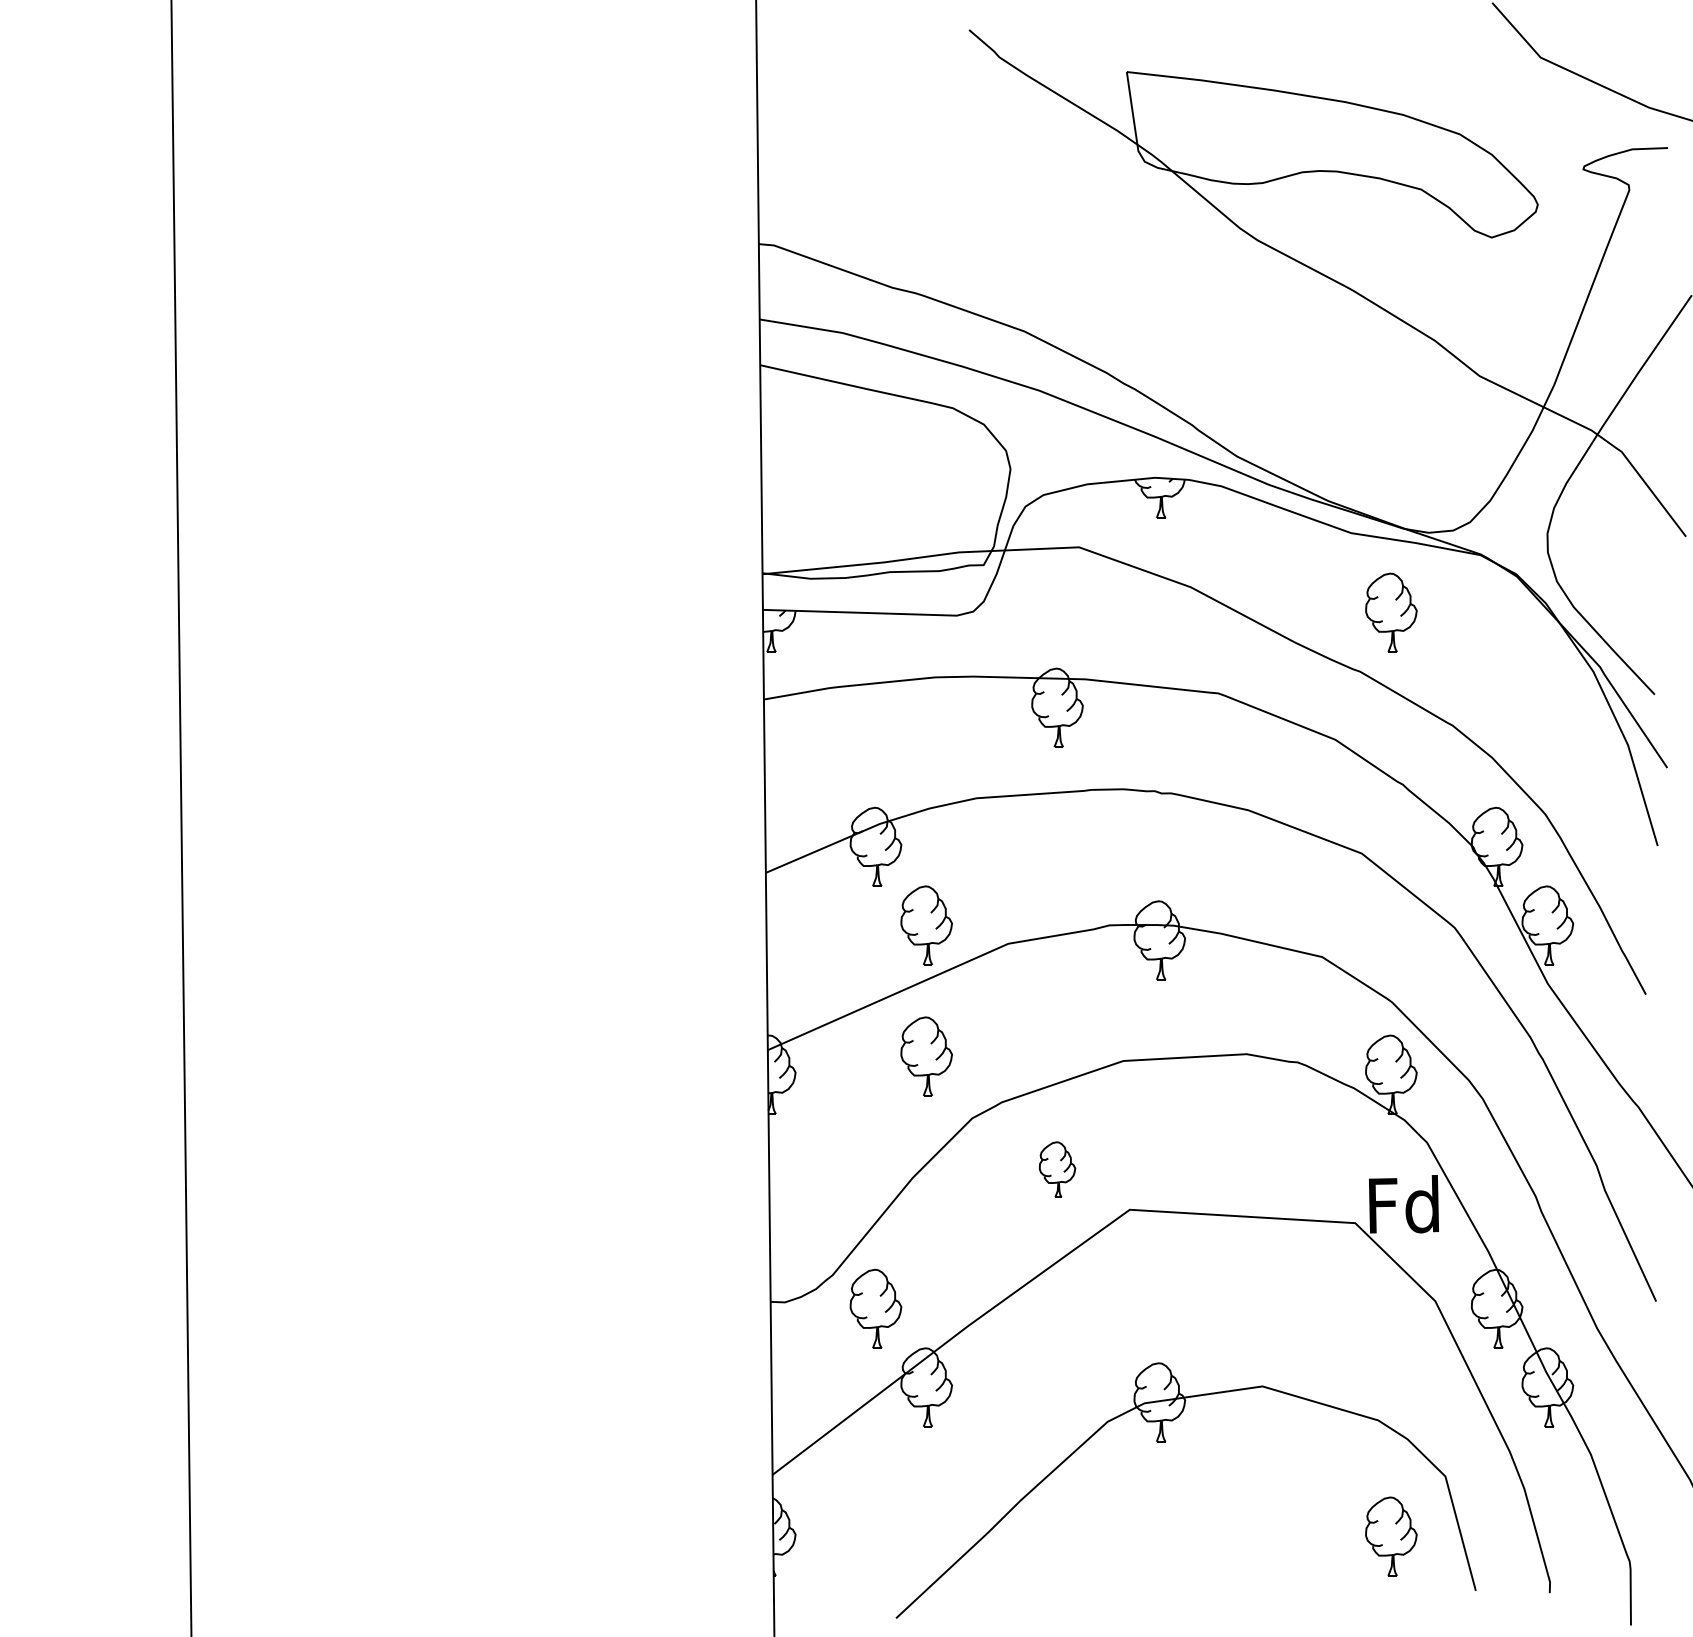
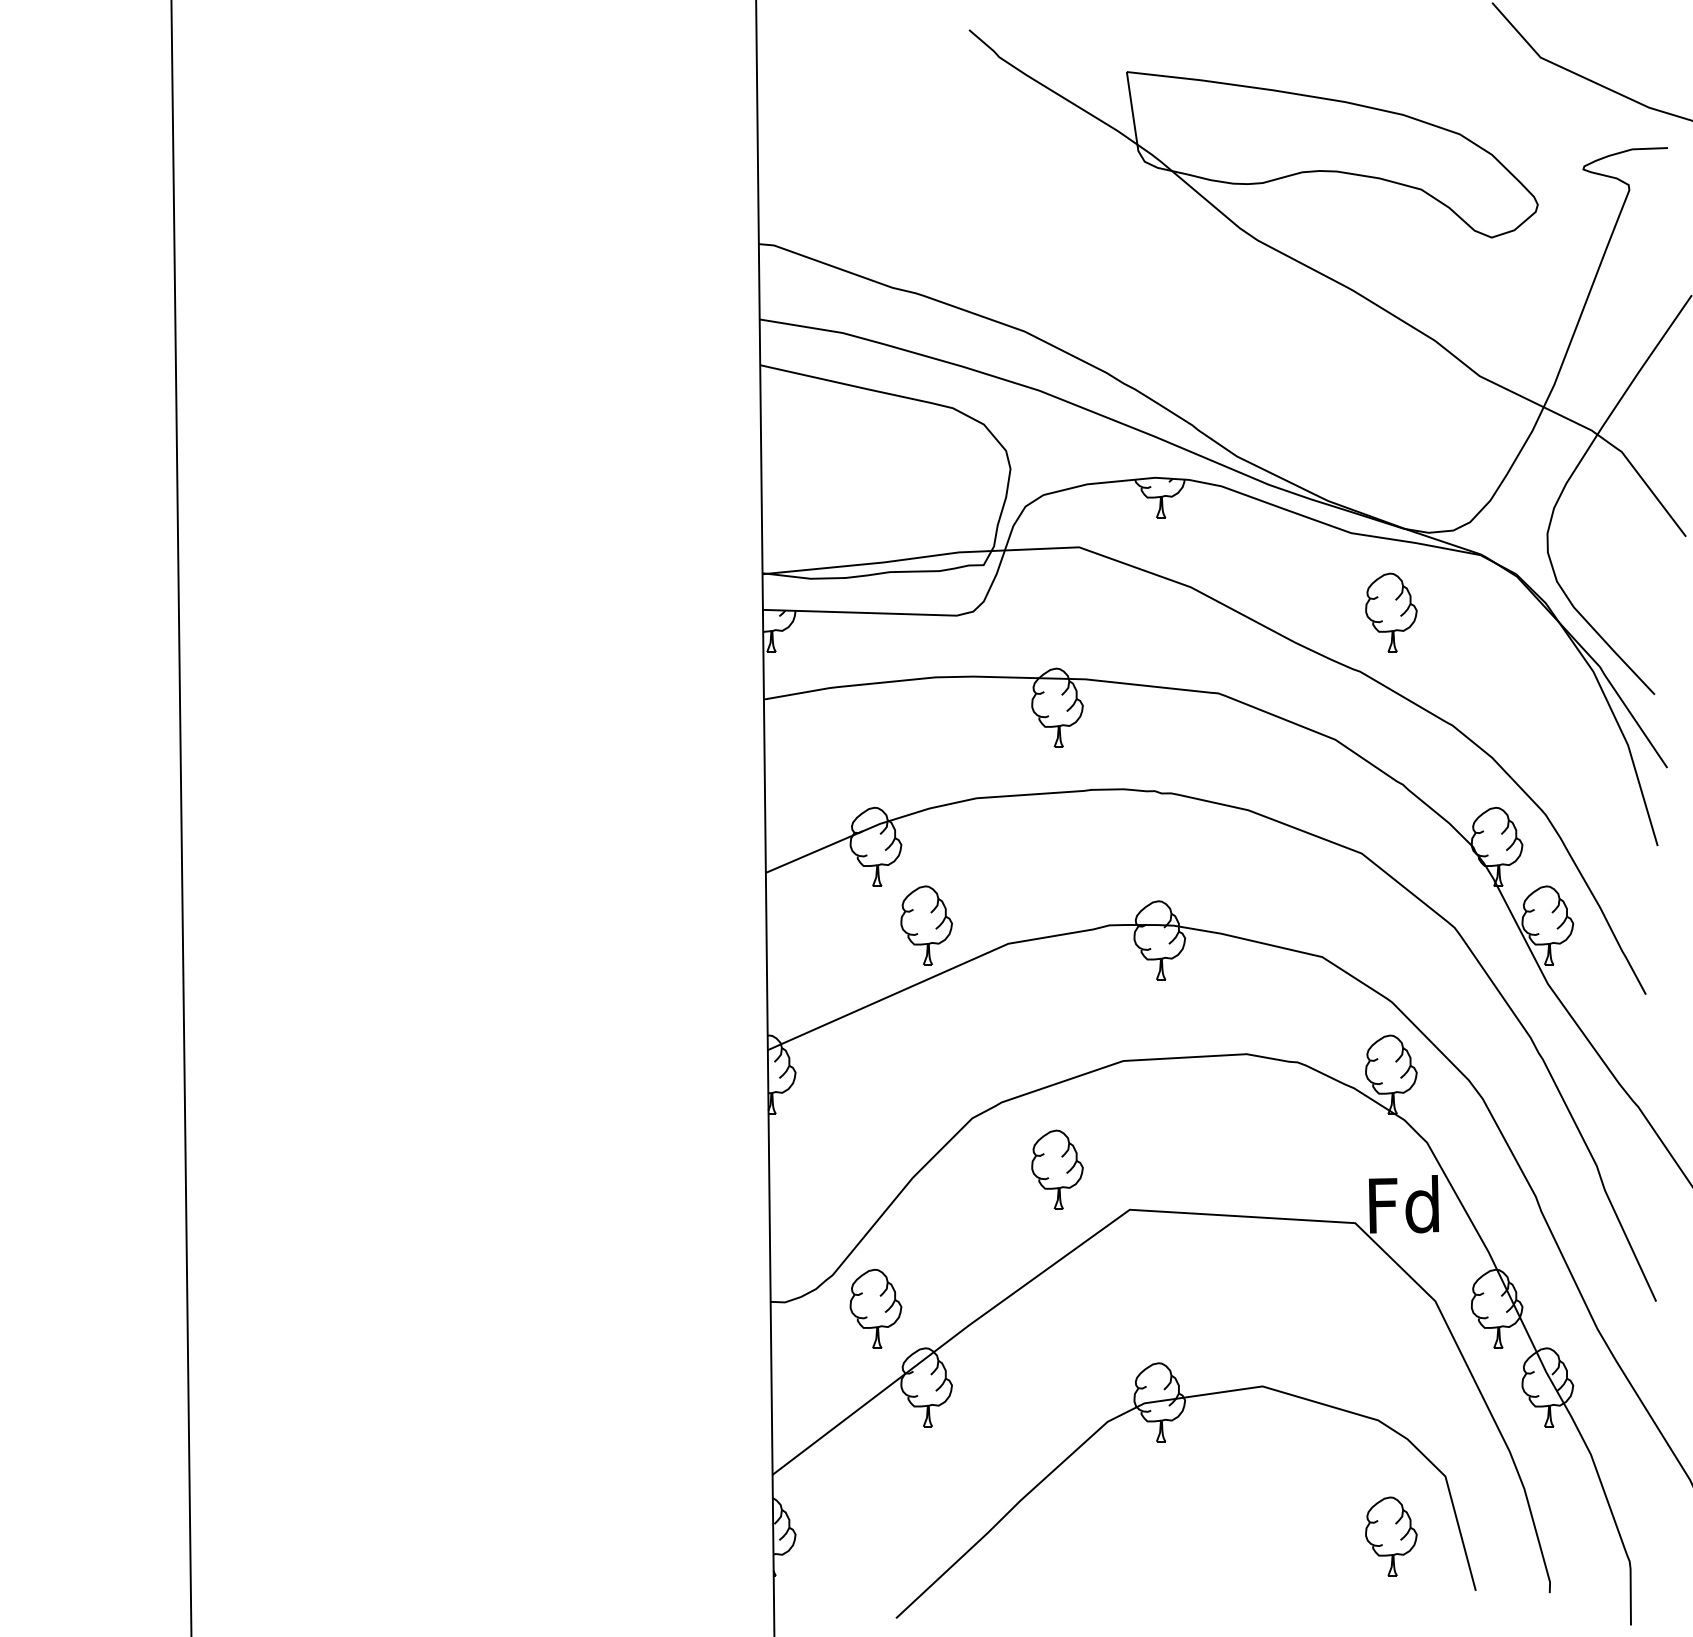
part at (926, 1056): present -> none
part at (1057, 1169) size: 39x57 px -> 53x81 px
